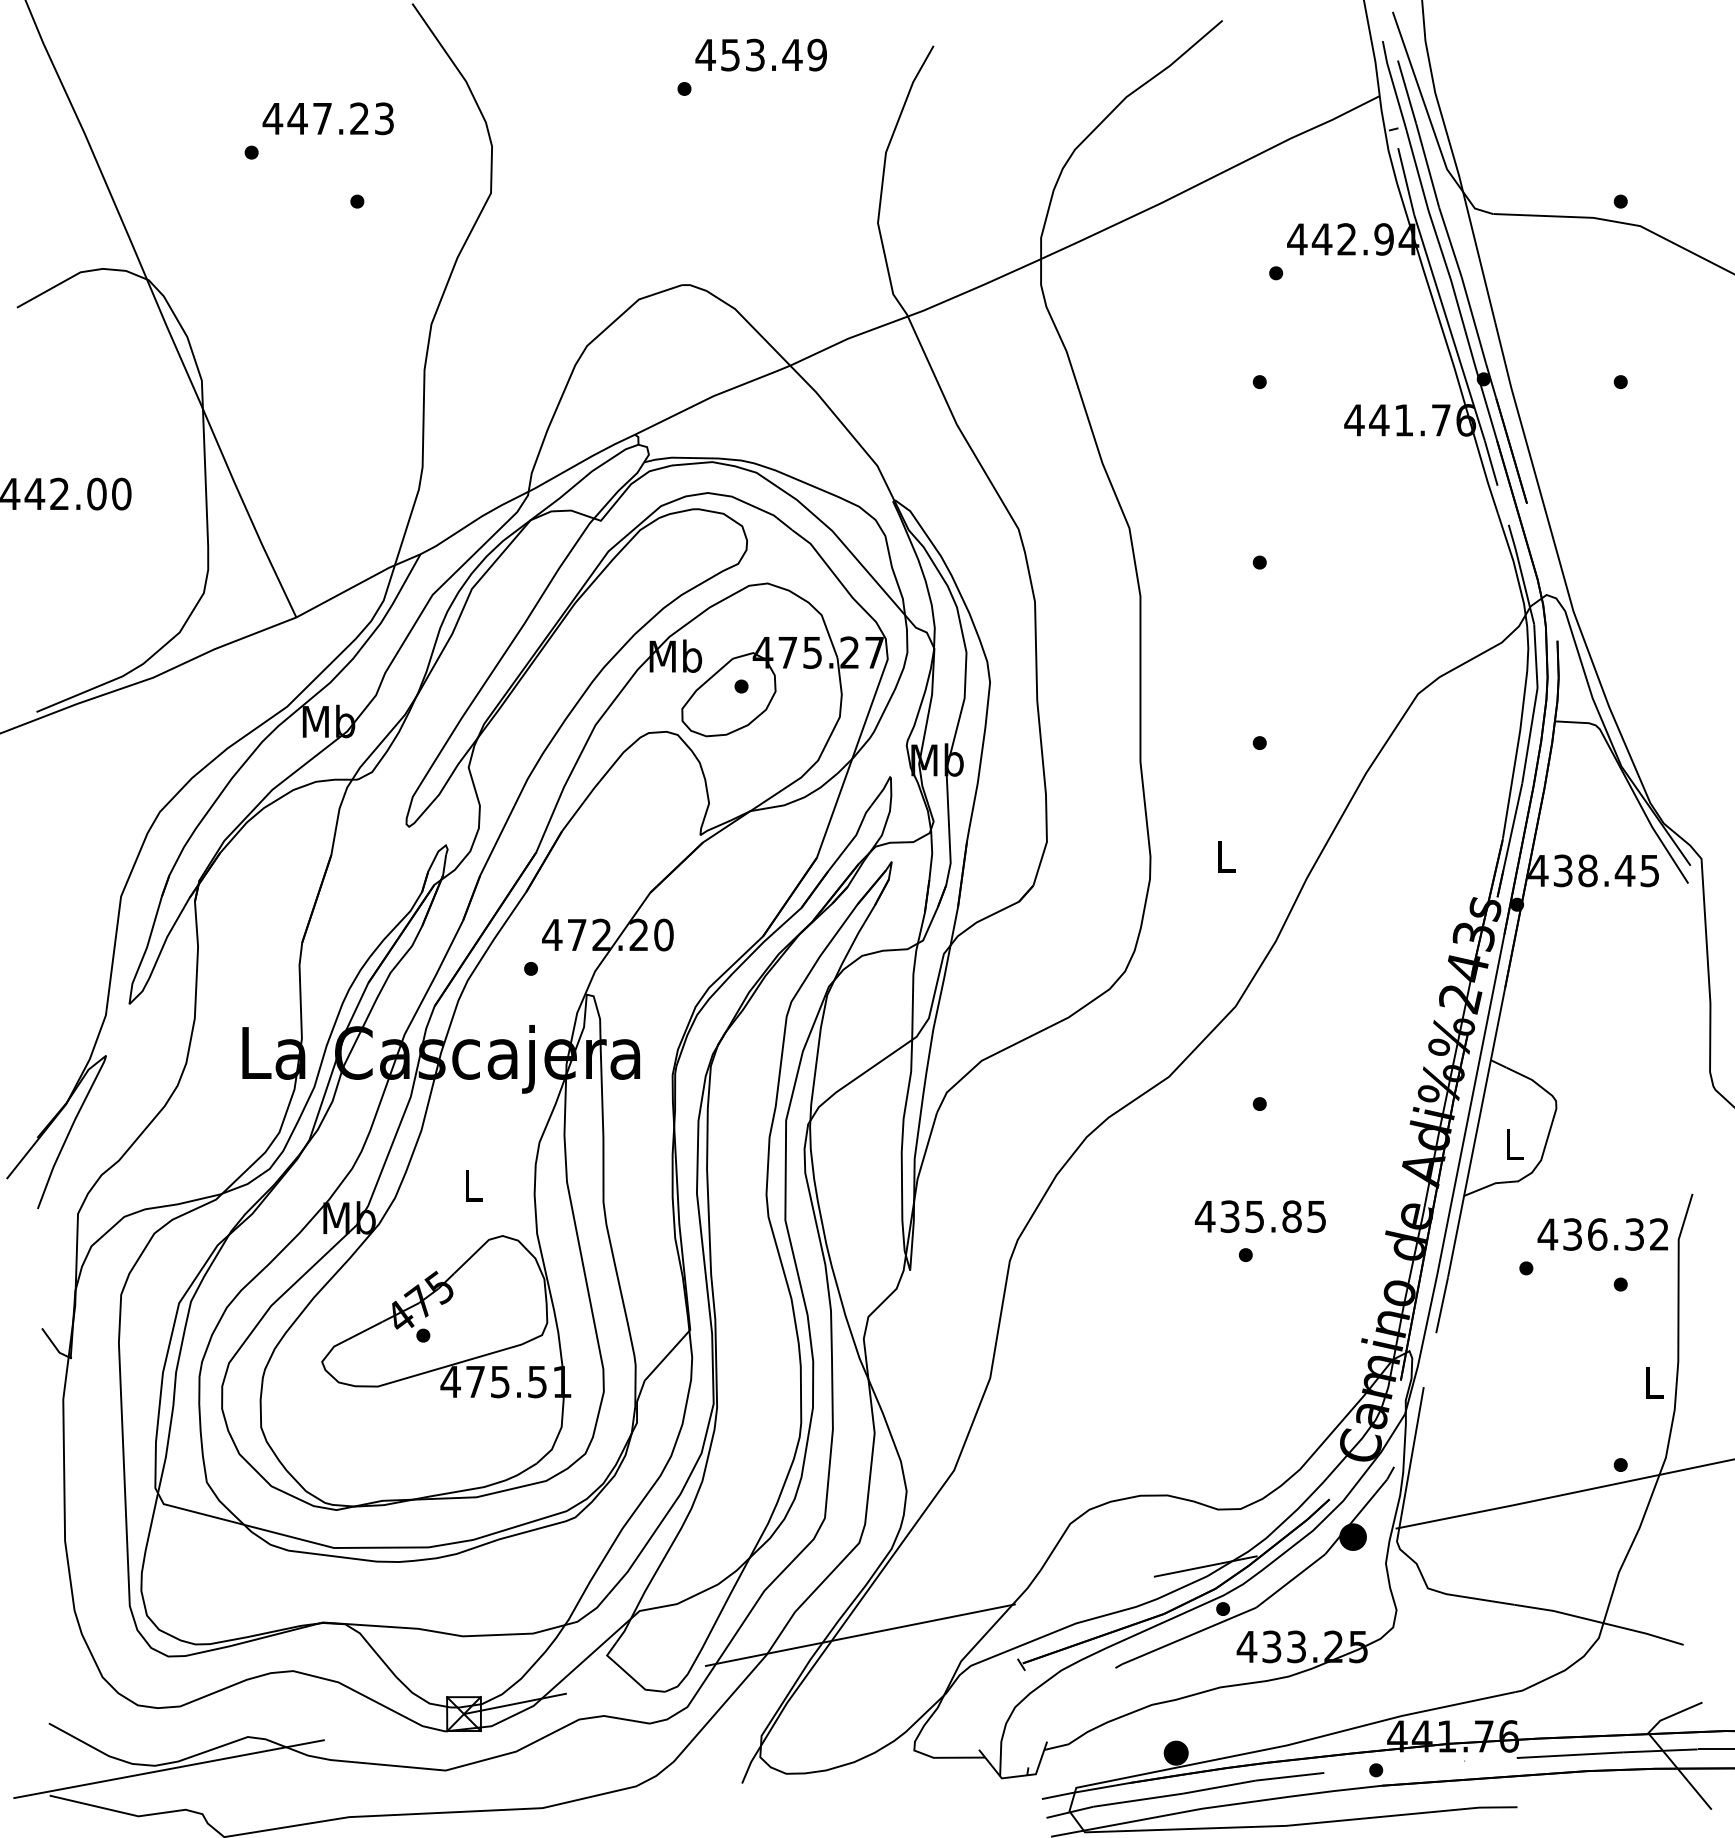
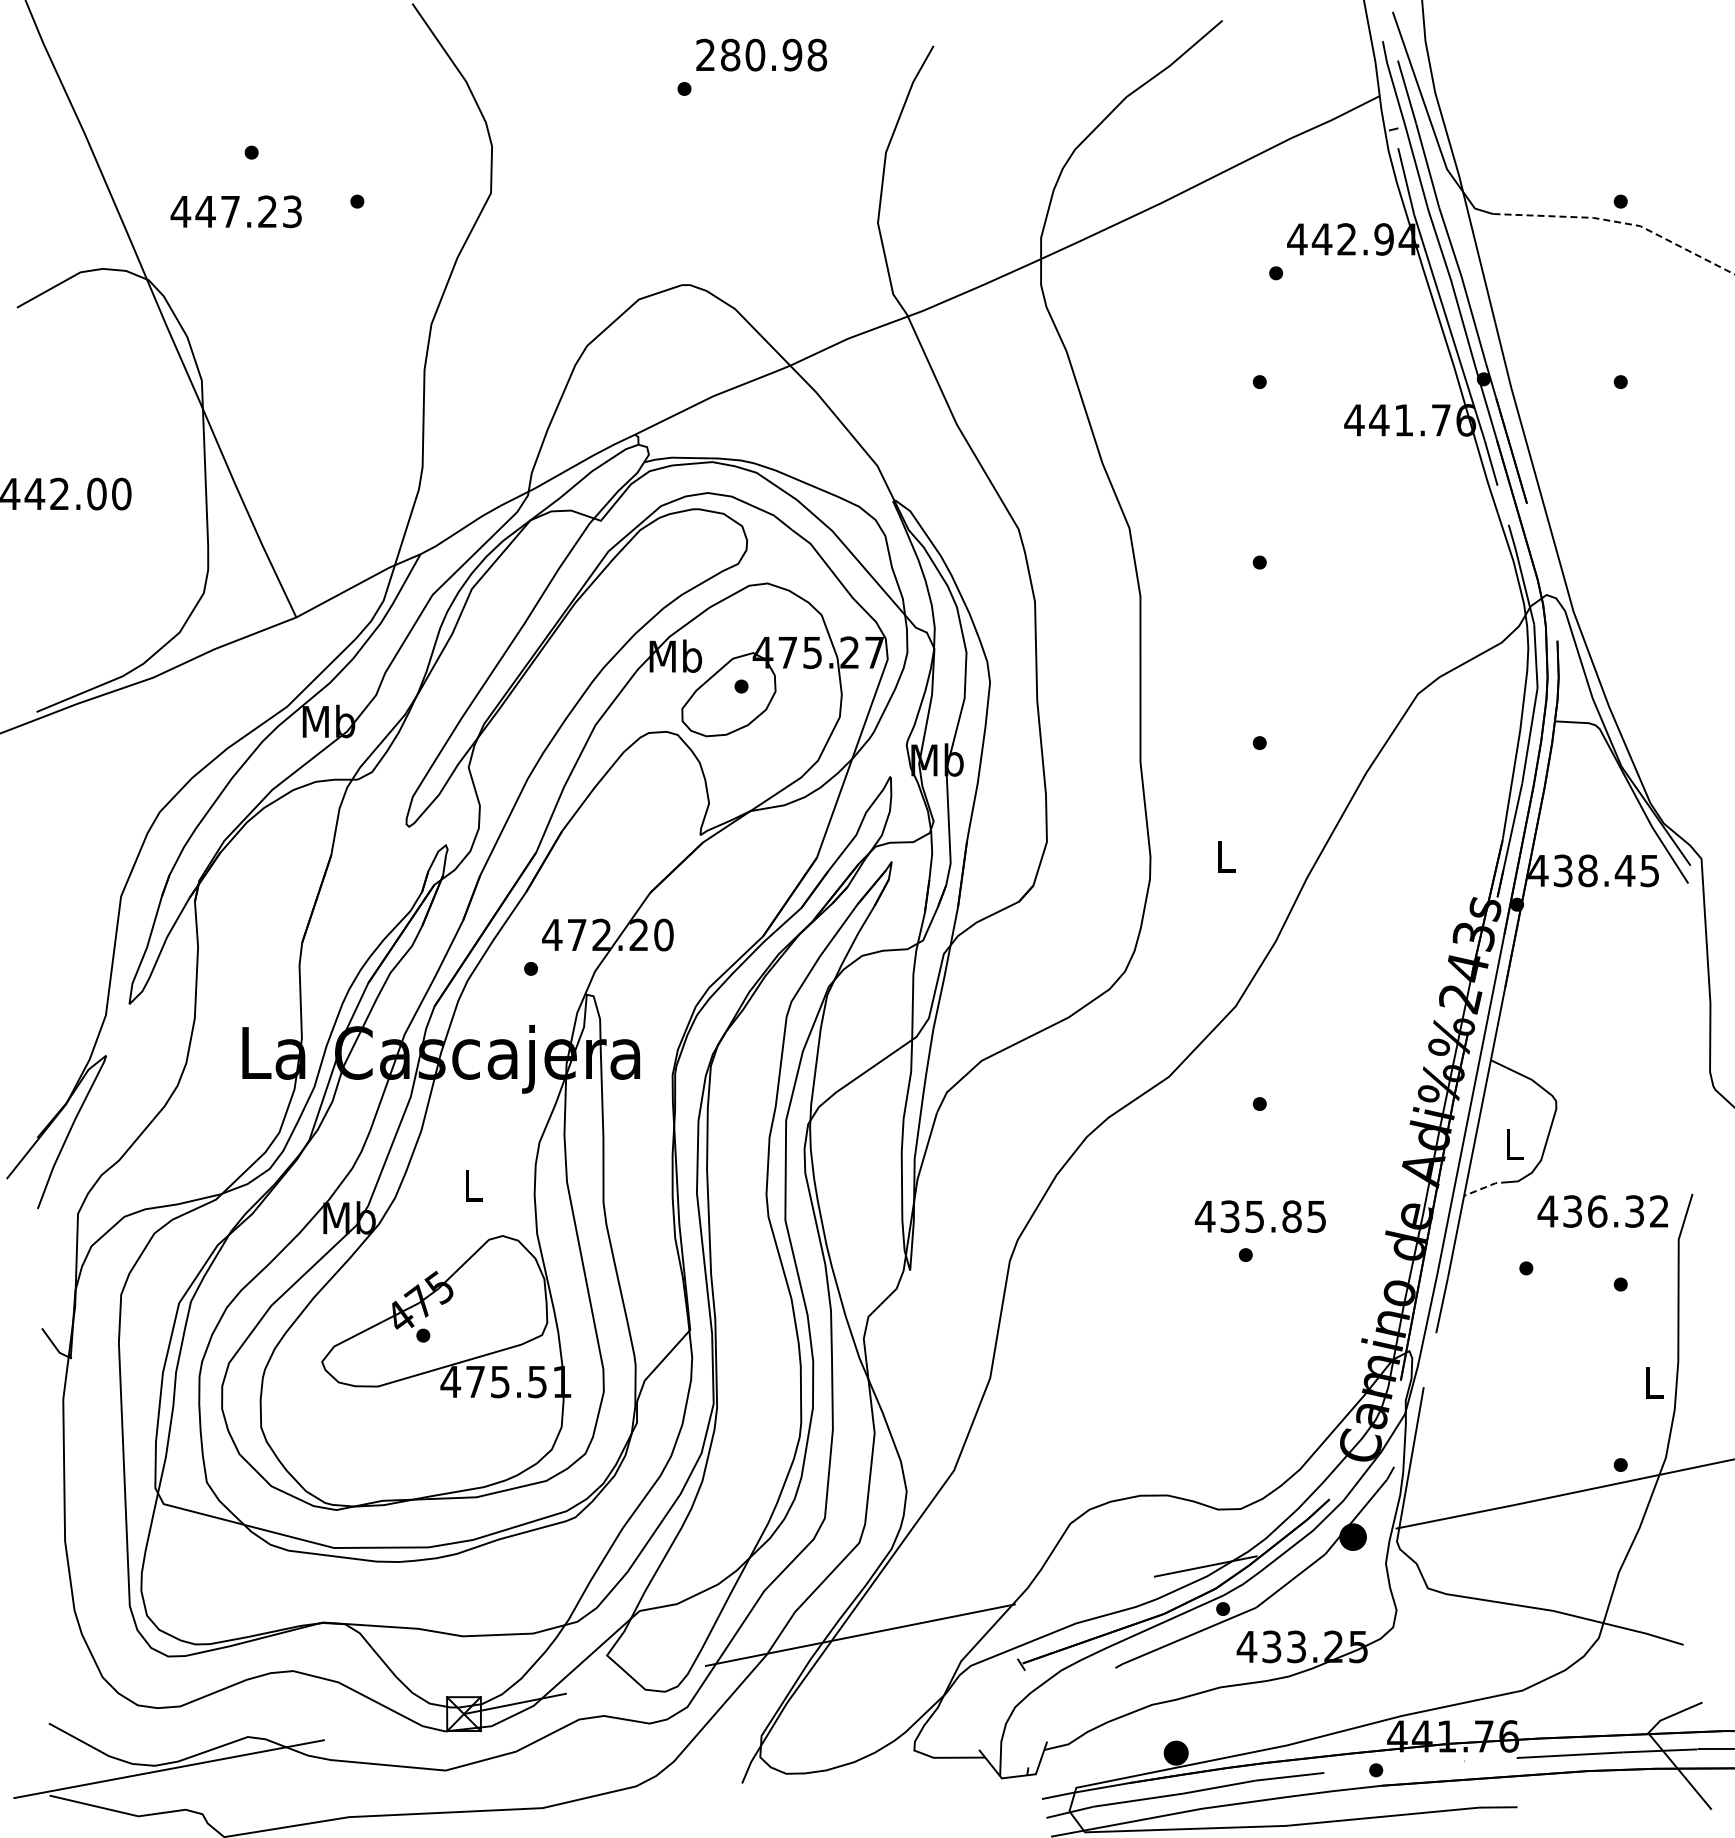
text at (761, 54): 453.49 -> 280.98
text at (327, 118) position: (327, 118) -> (235, 211)
line at (1620, 222): solid -> dashed
line at (1485, 1187): solid -> dashed
text at (1602, 1234) position: (1602, 1234) -> (1602, 1211)
